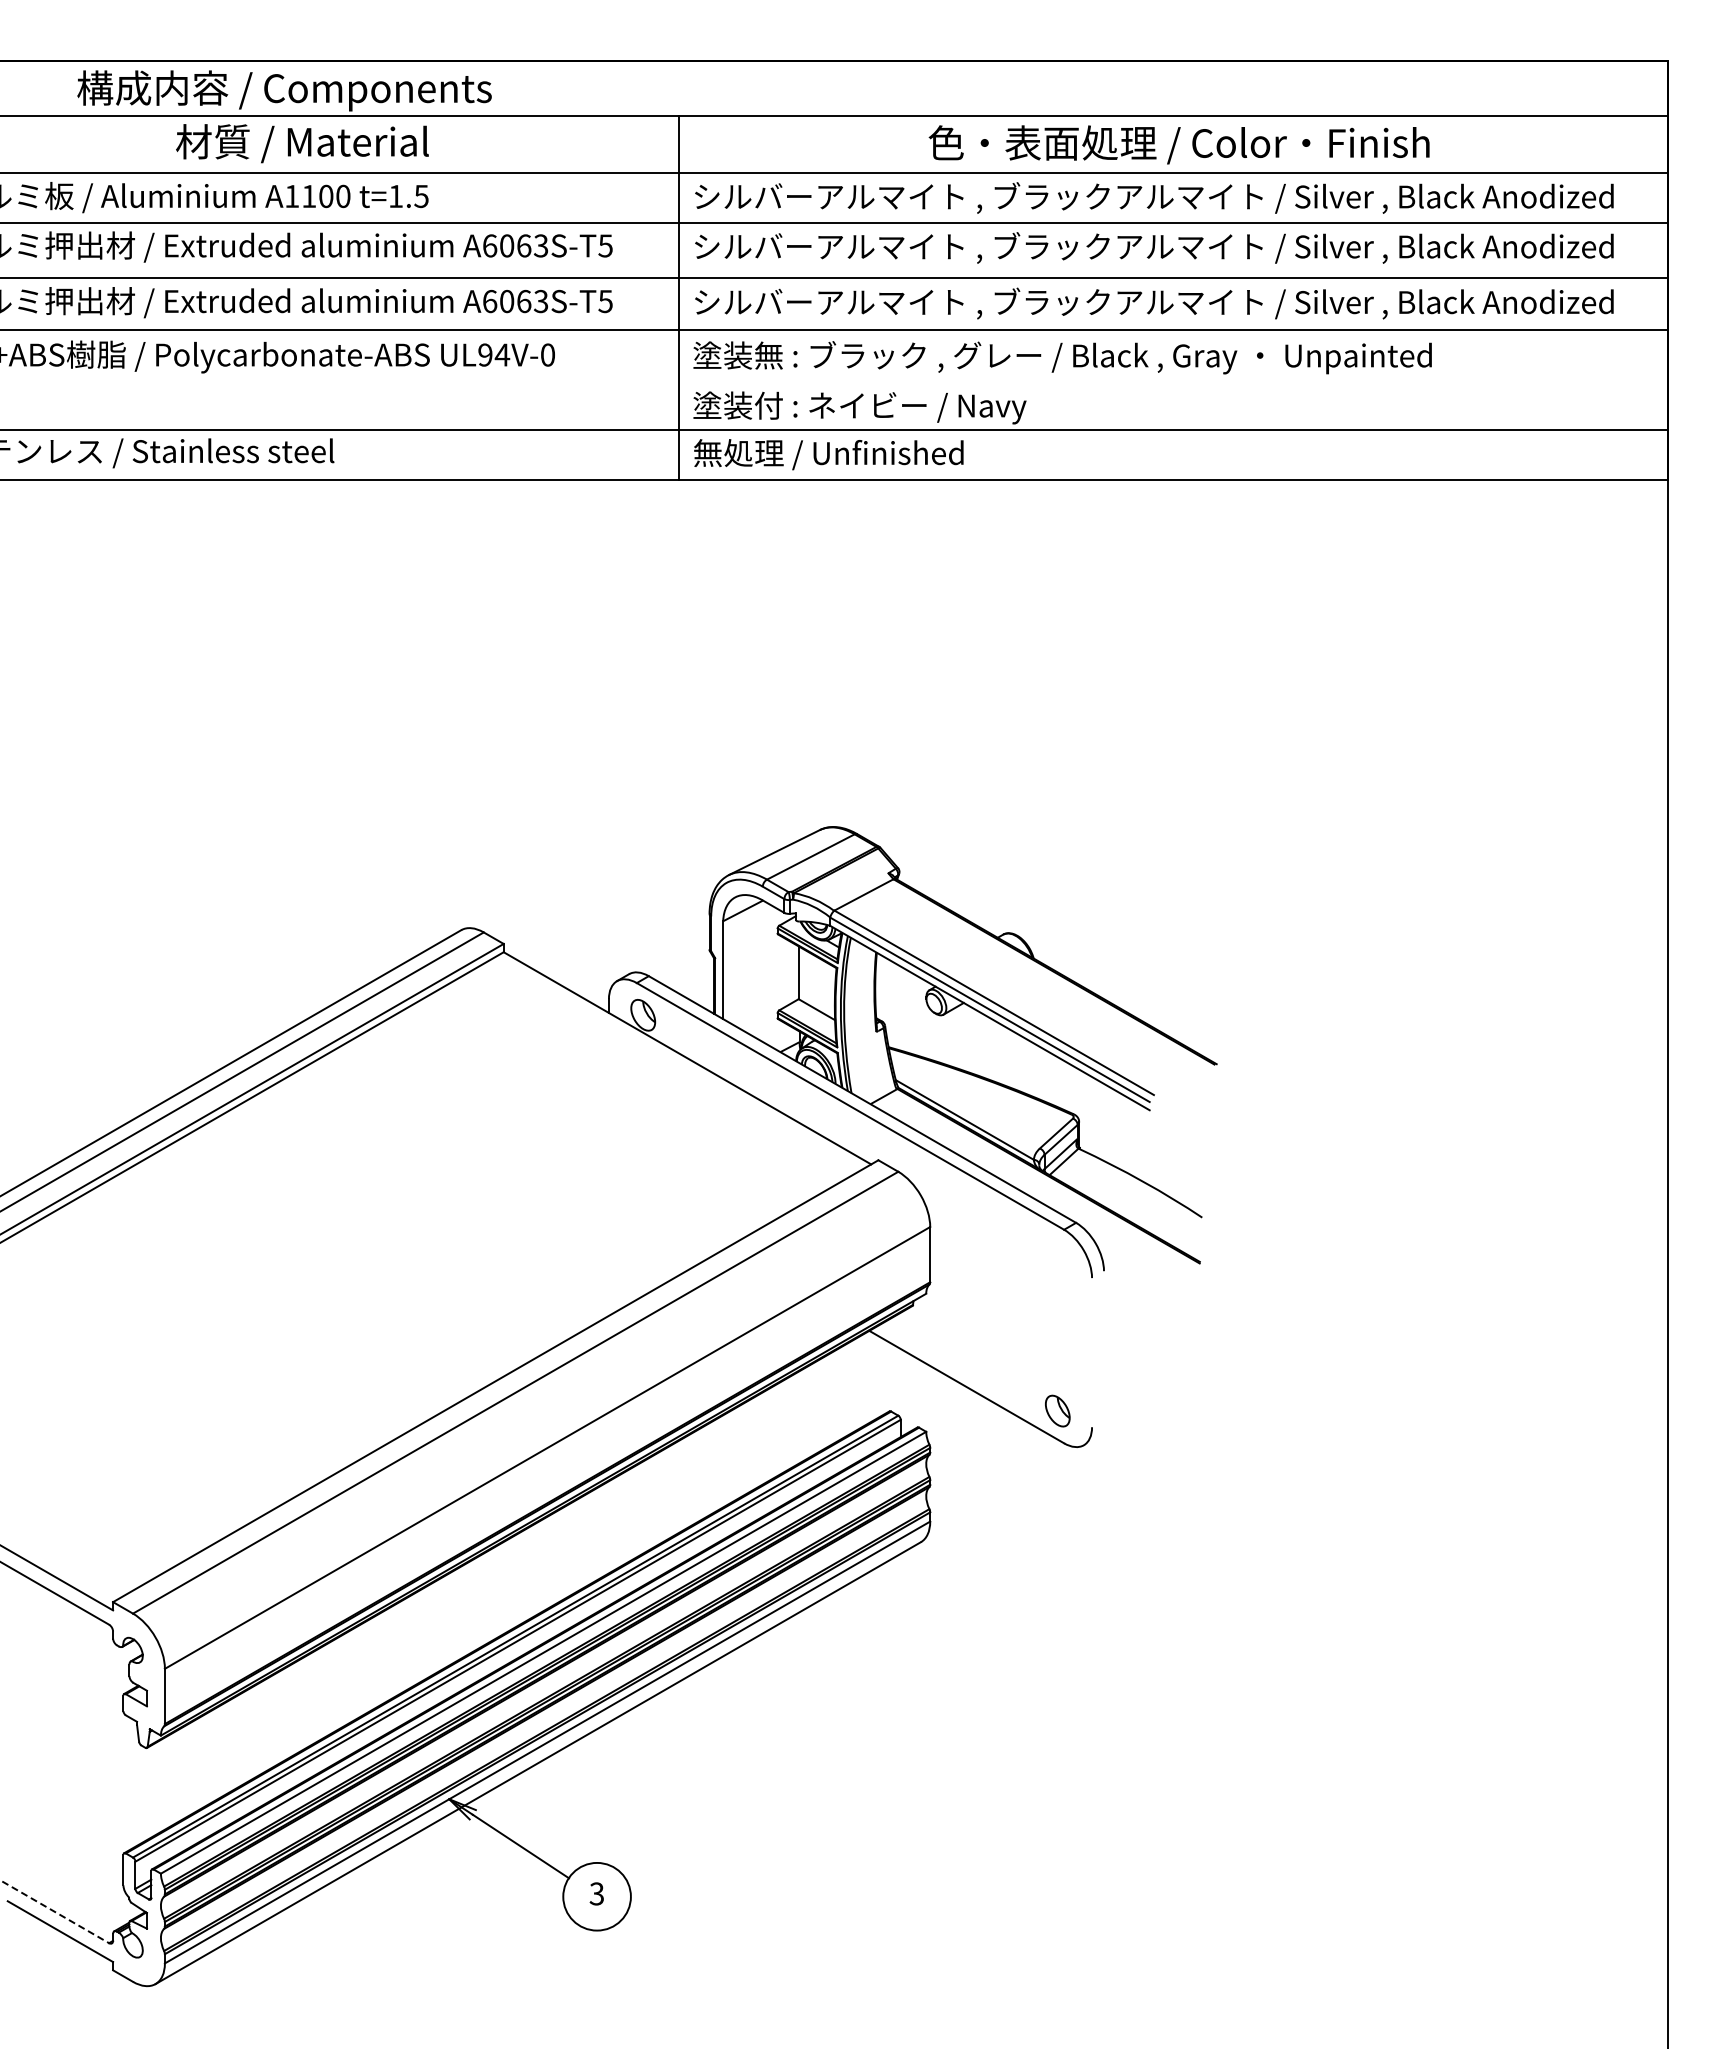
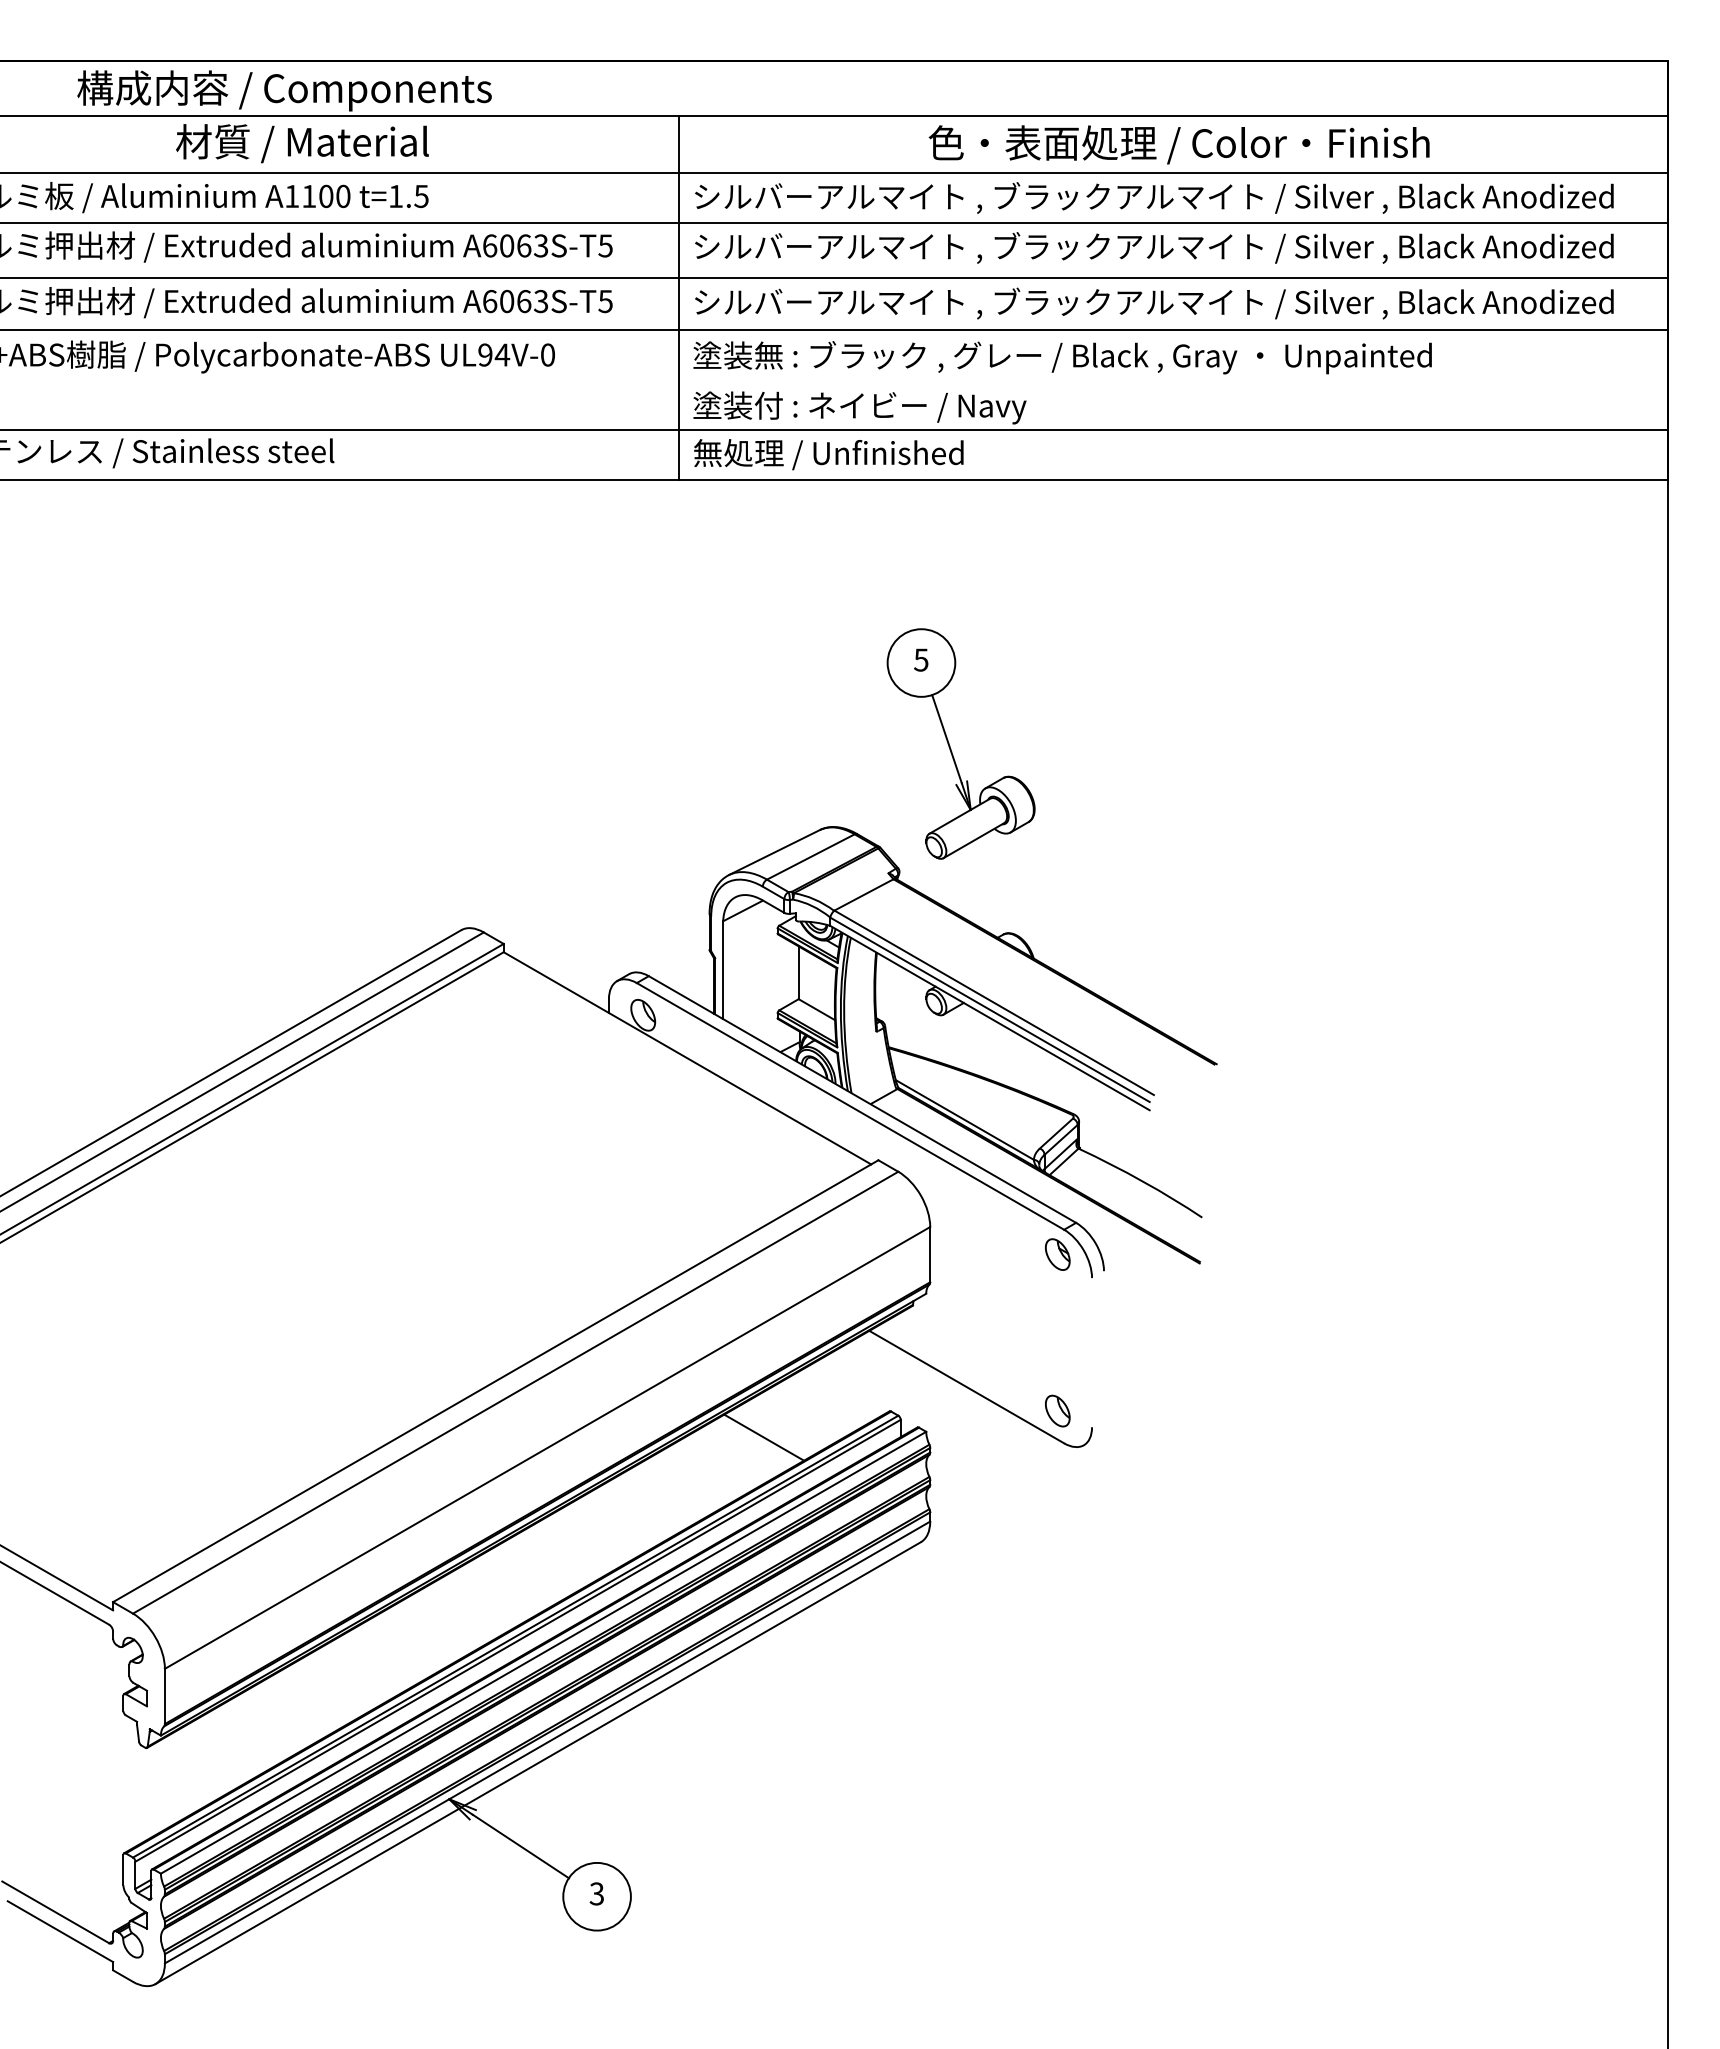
part at (950, 745): none -> present
part at (1057, 1254): none -> present
line at (764, 1437): none -> present
line at (55, 1912): dashed -> solid
